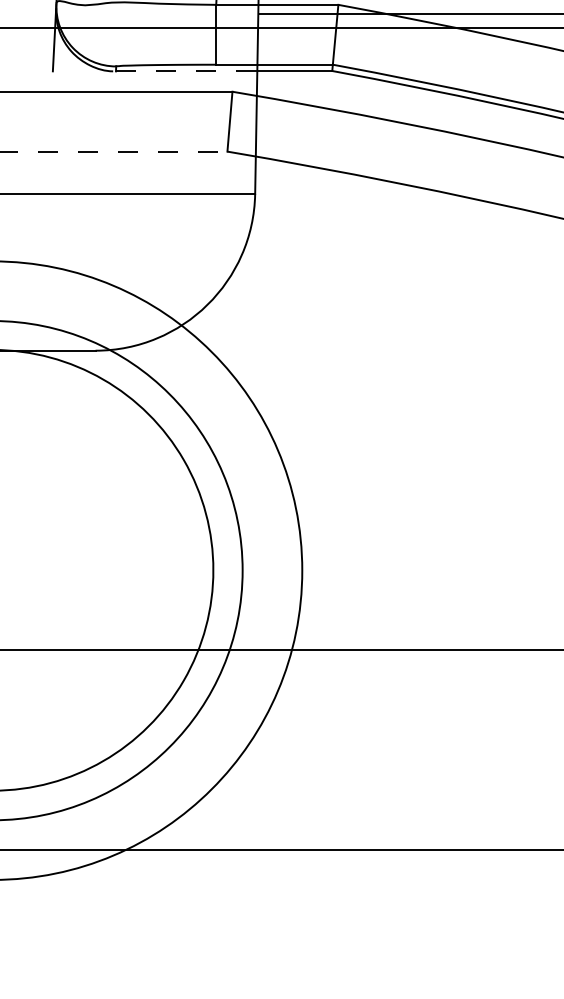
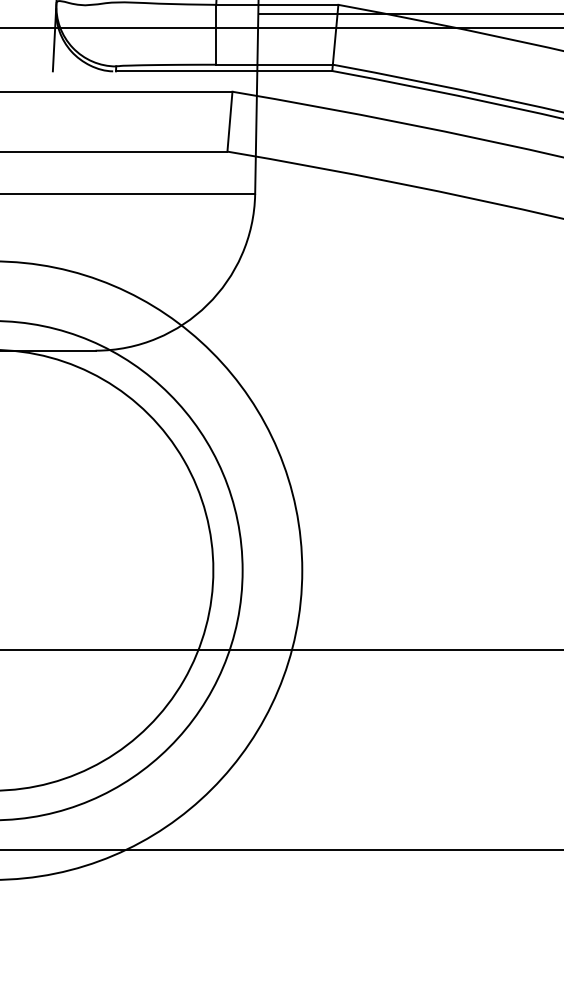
line at (186, 71): dashed -> solid
line at (114, 151): dashed -> solid
